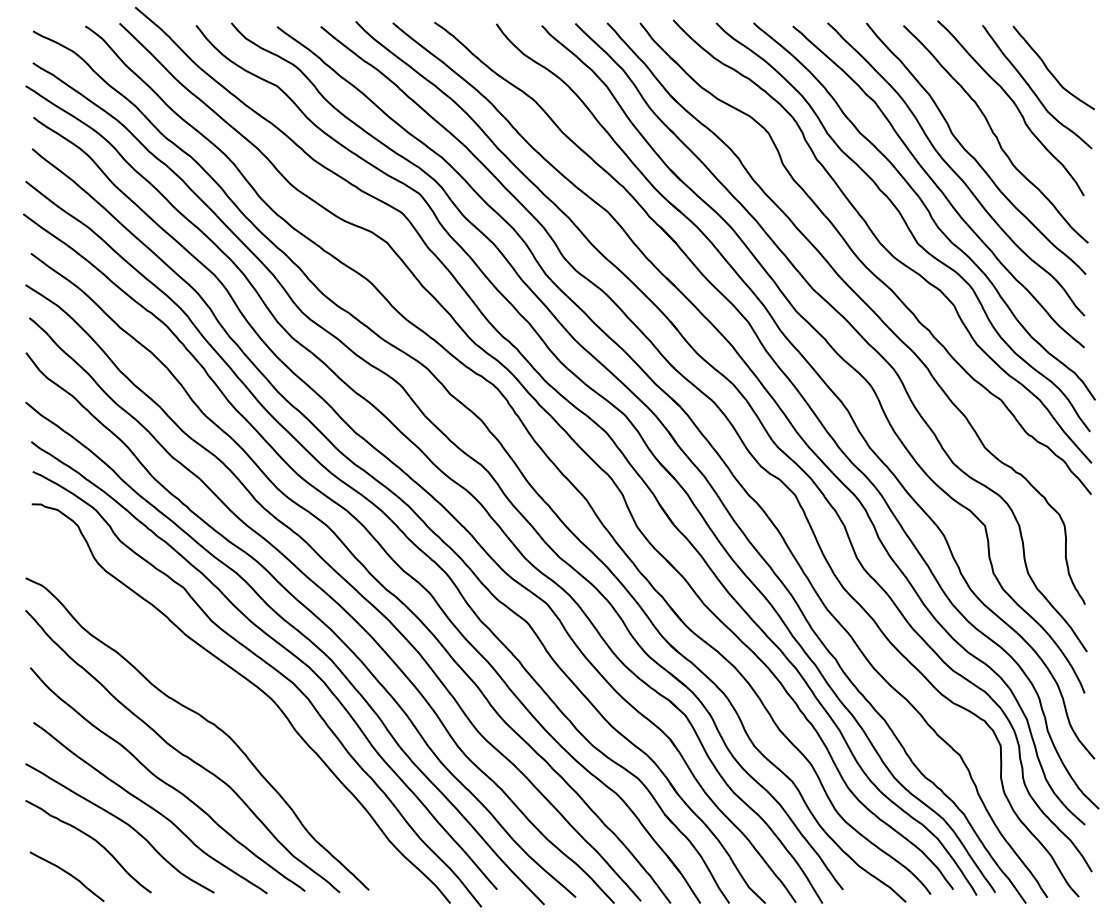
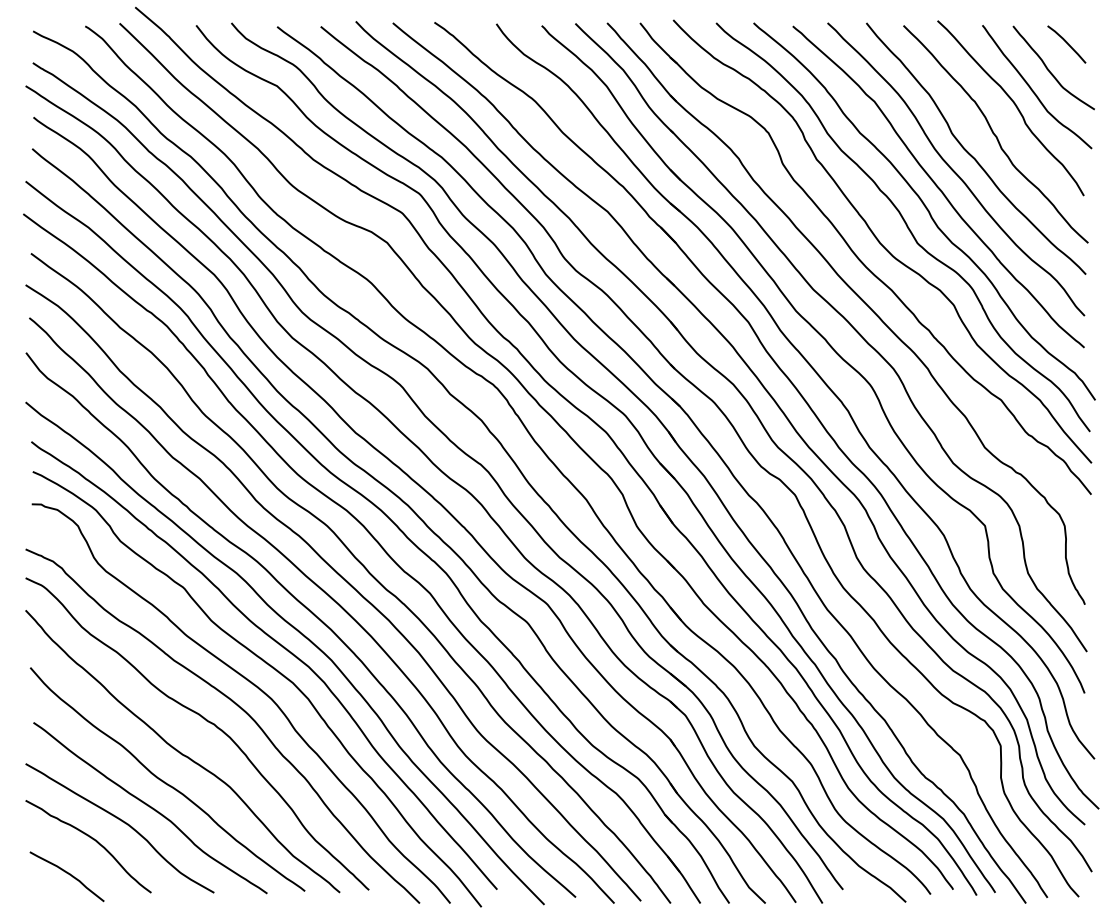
line at (1066, 43): none -> present
curve at (238, 707): none -> present
